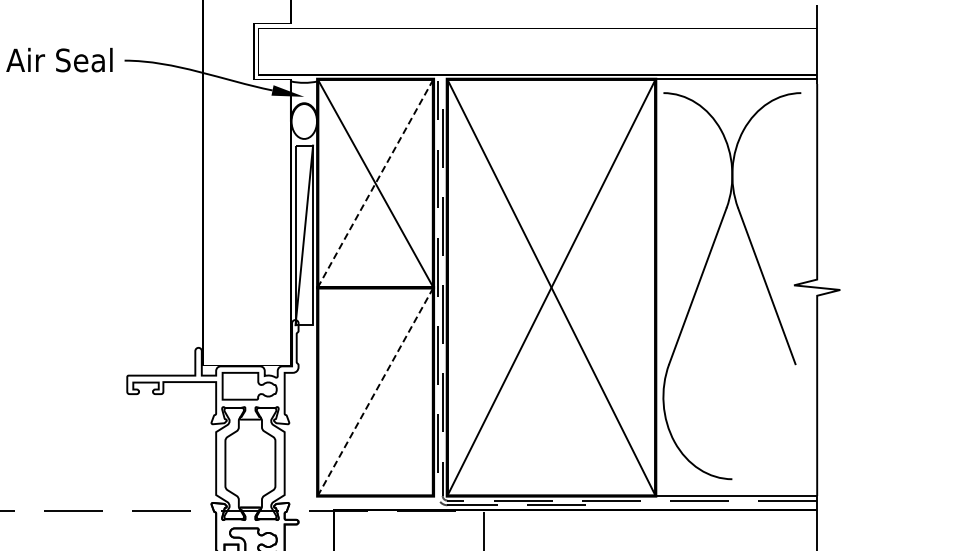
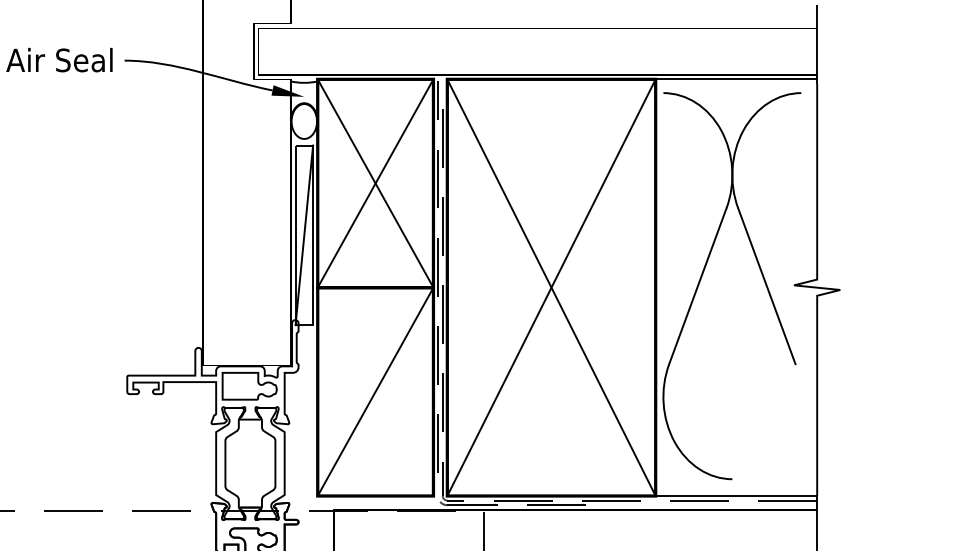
line at (375, 183): dashed -> solid
line at (375, 391): dashed -> solid
